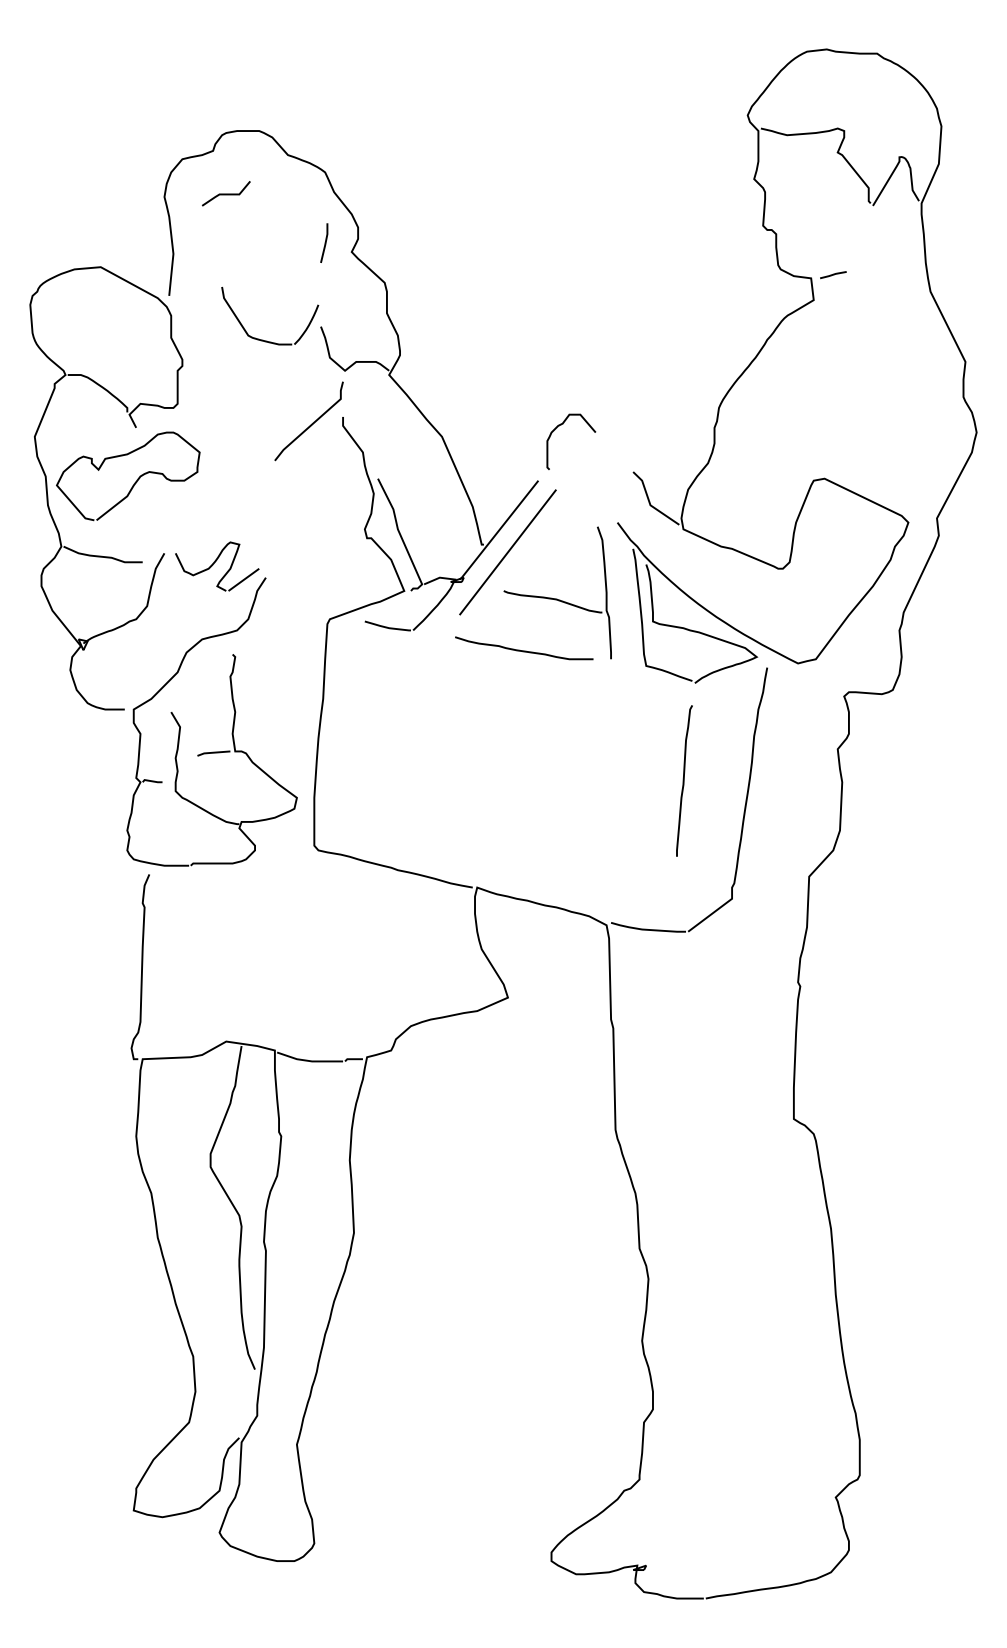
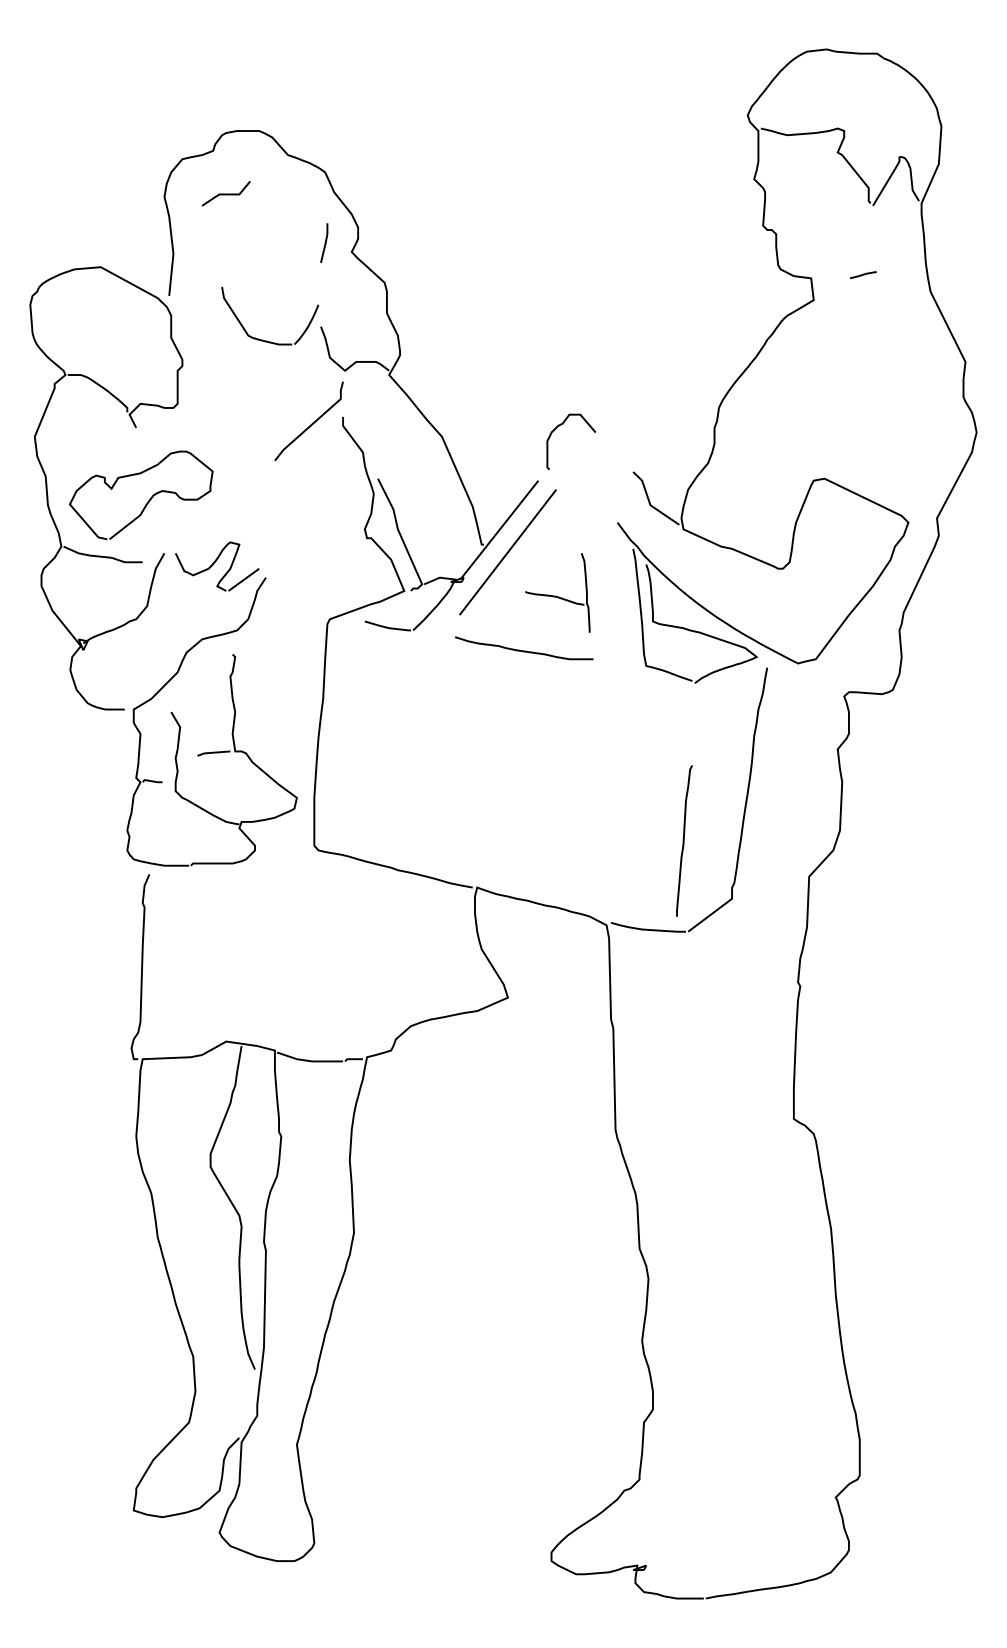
line at (833, 275) position: (833, 275) -> (863, 275)
curve at (134, 482) position: (134, 482) -> (147, 501)
part at (557, 592) size: 109x134 px -> 66x80 px
curve at (684, 780) position: (684, 780) -> (684, 840)
